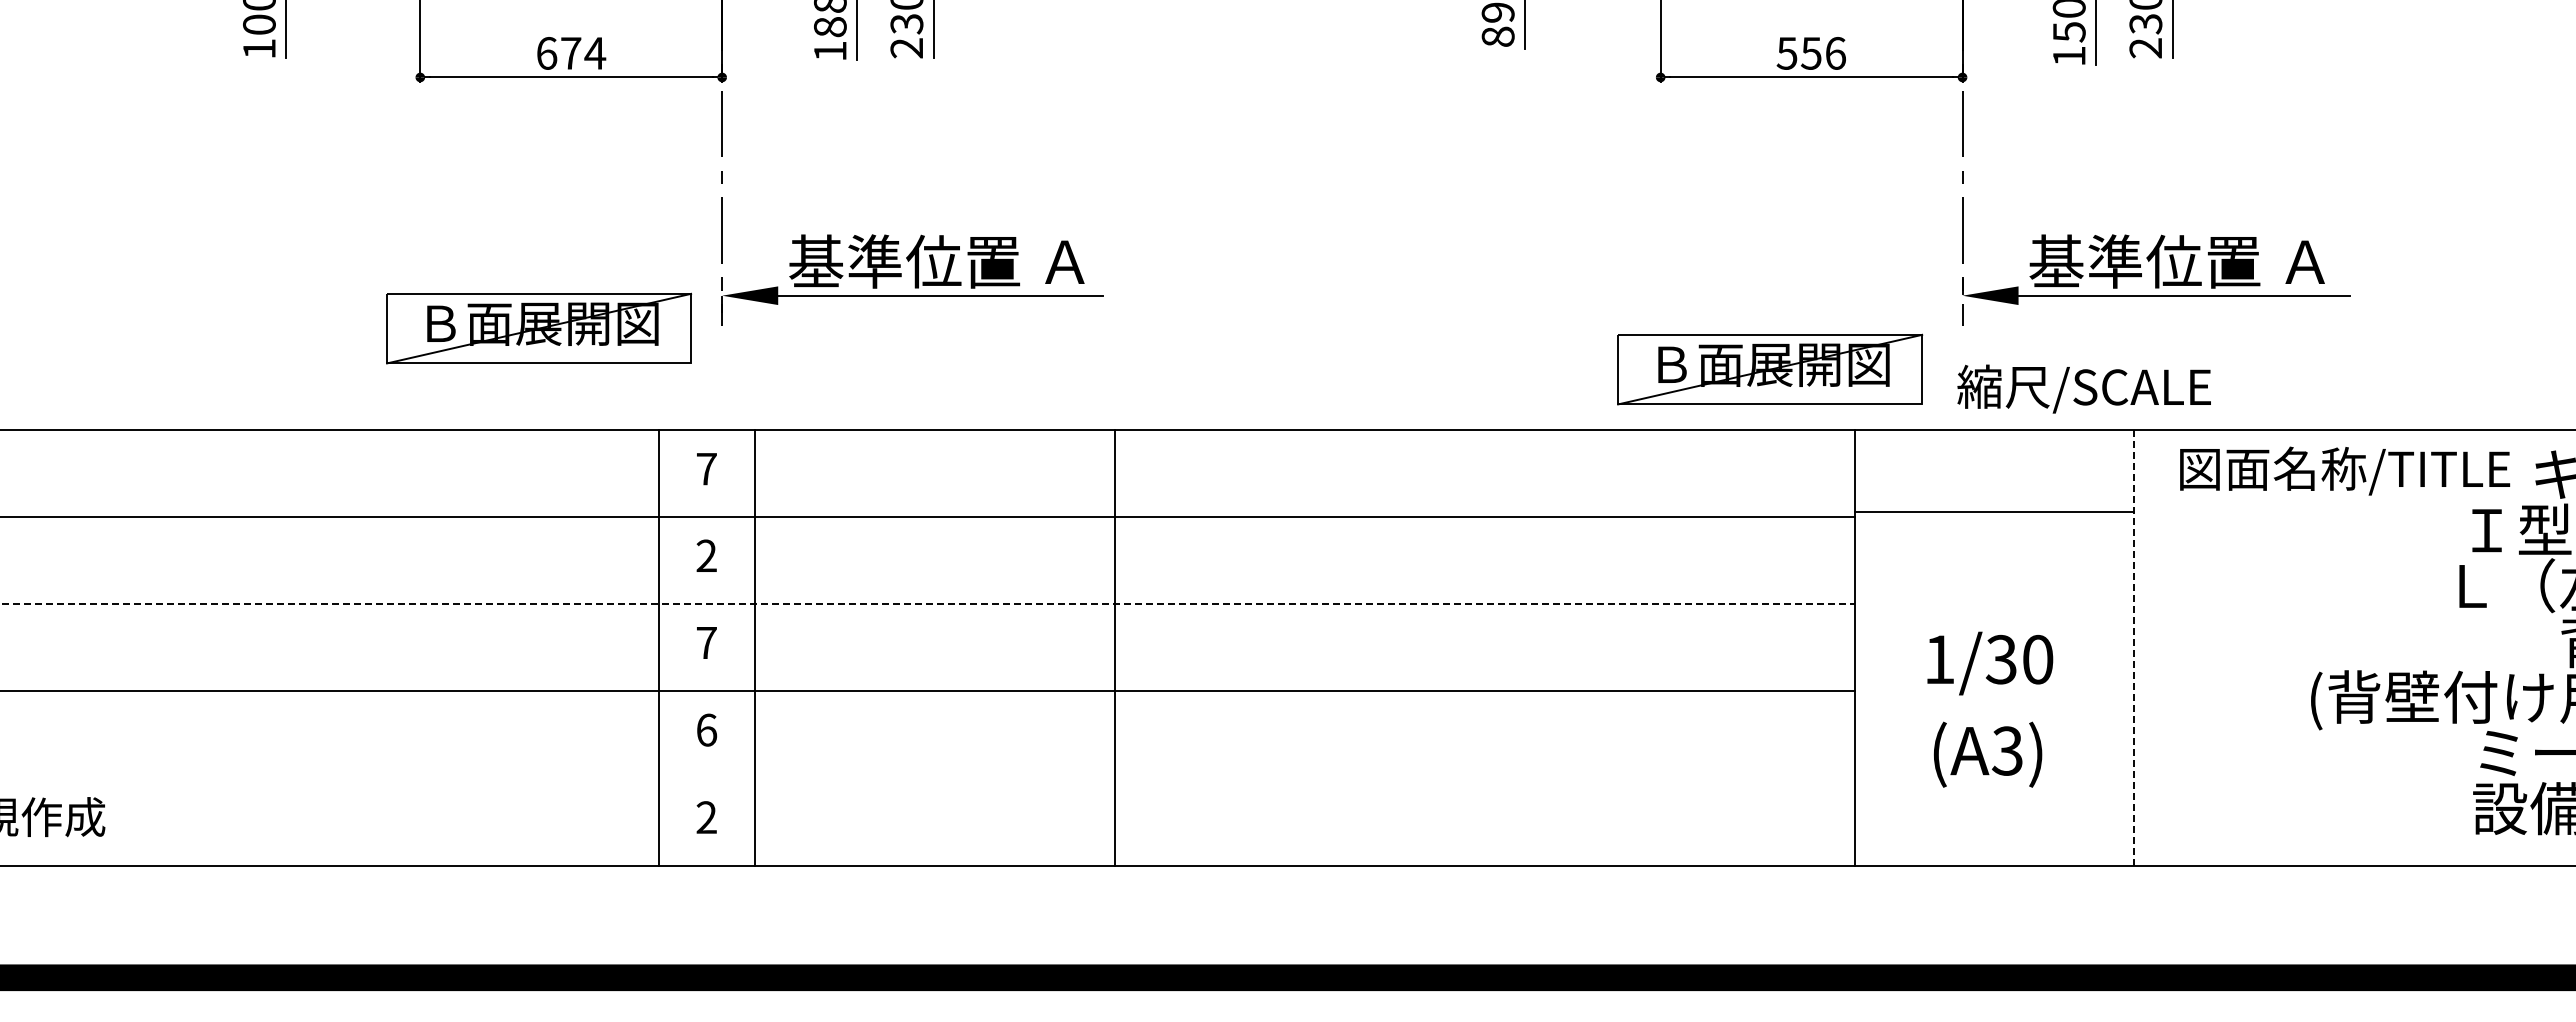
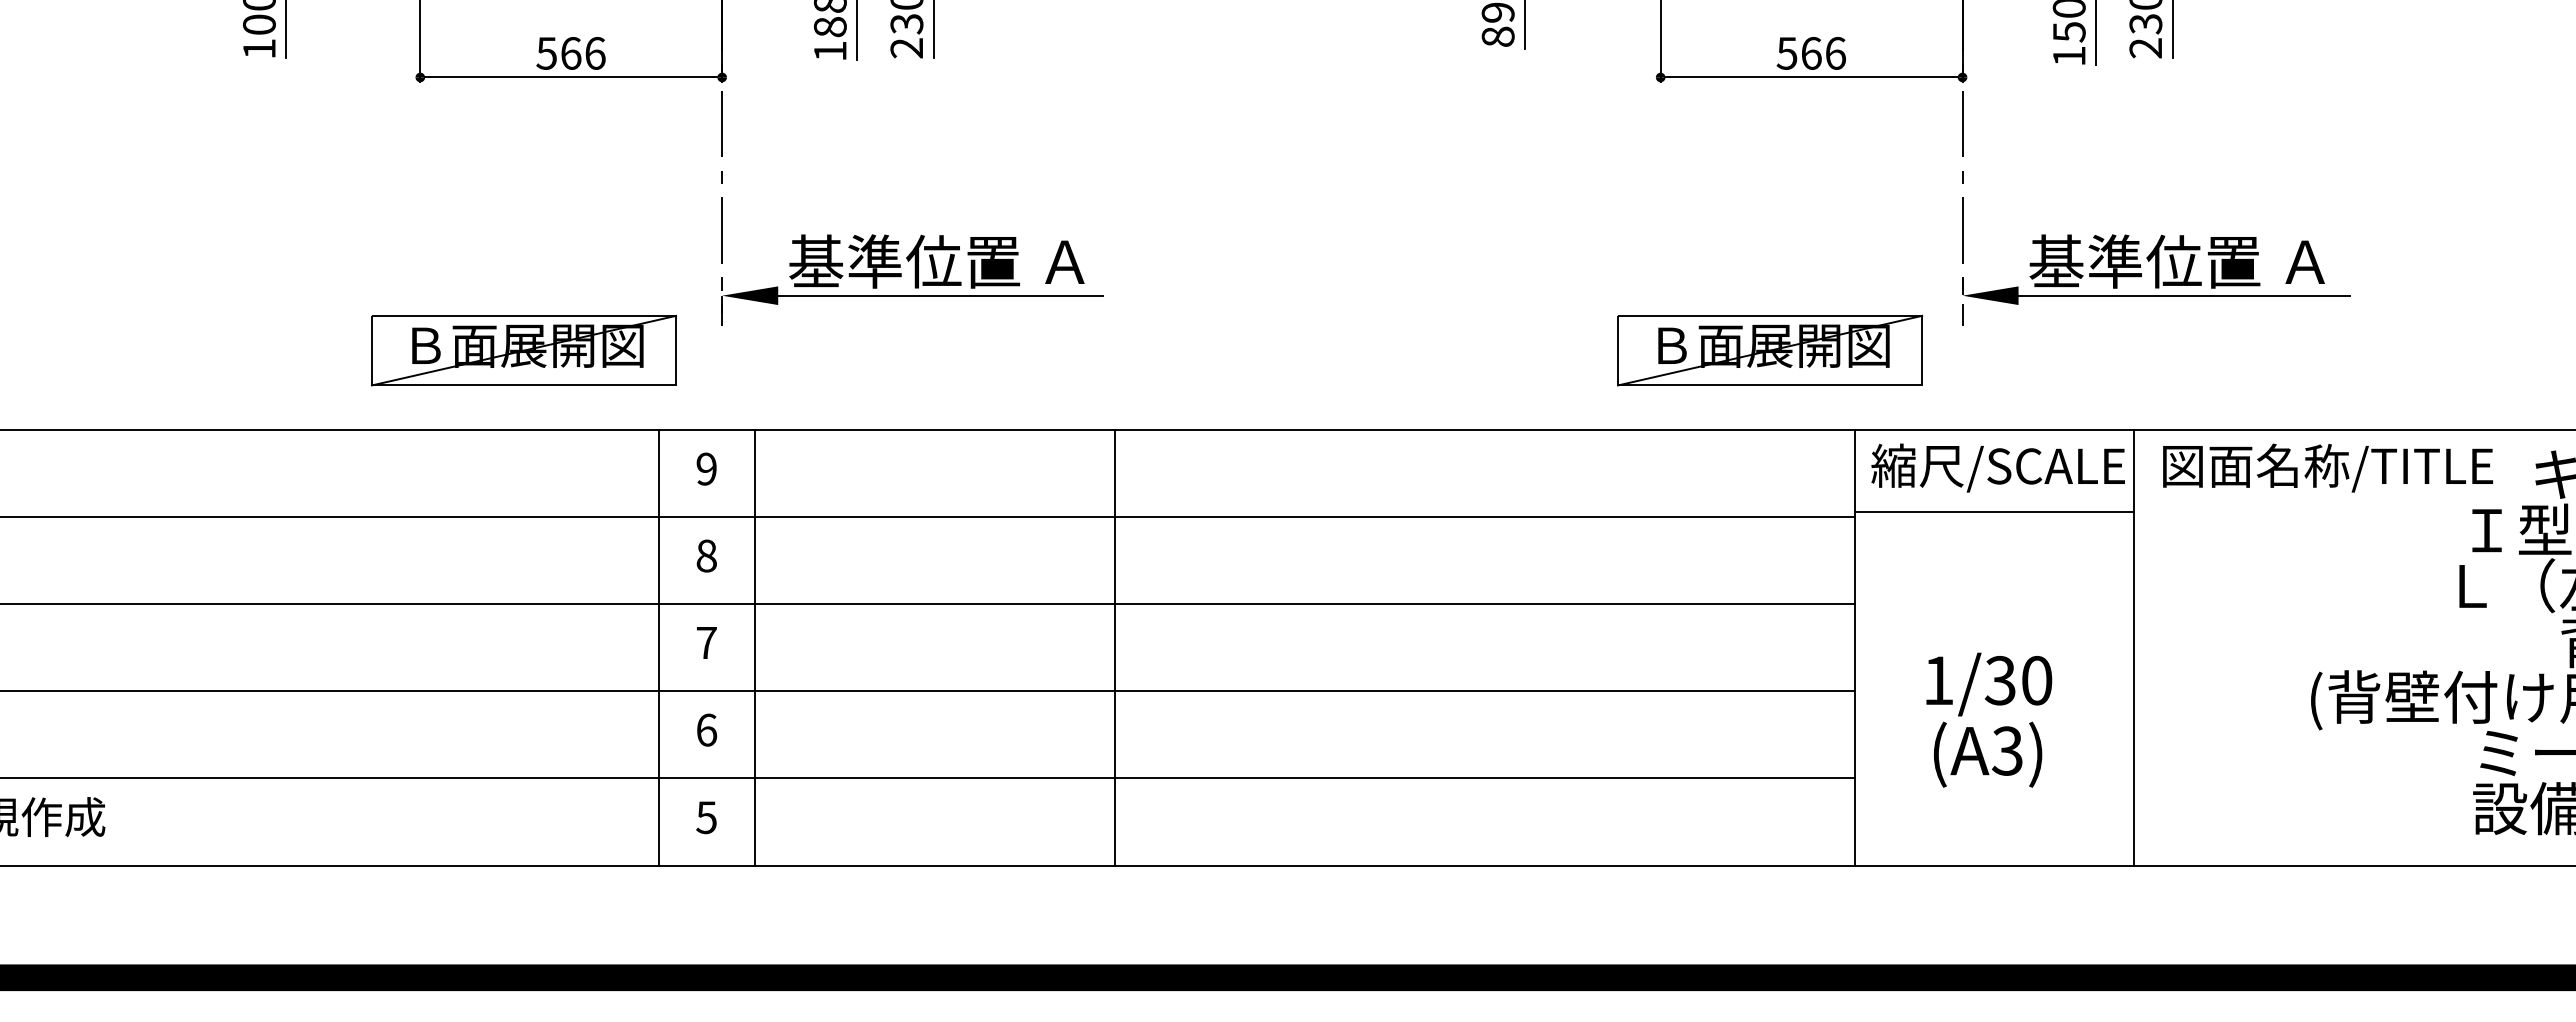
text at (571, 53): 674 -> 566
text at (1810, 53): 556 -> 566
part at (539, 328) position: (539, 328) -> (524, 350)
part at (1770, 369) position: (1770, 369) -> (1770, 350)
text at (2083, 388) position: (2083, 388) -> (1997, 467)
text at (706, 468): 7 -> 9
text at (2345, 470) position: (2345, 470) -> (2328, 467)
text at (706, 555): 2 -> 8
line at (927, 603): dashed -> solid
line at (2133, 647): dashed -> solid
text at (1990, 663) position: (1990, 663) -> (1989, 684)
line at (928, 778): none -> present
text at (706, 817): 2 -> 5
